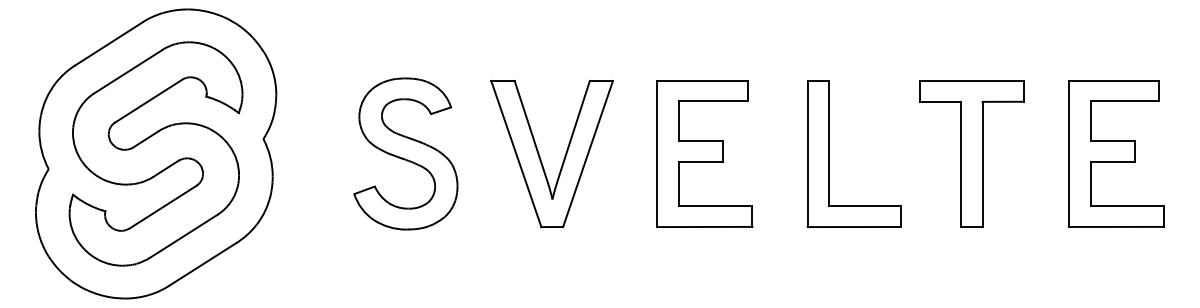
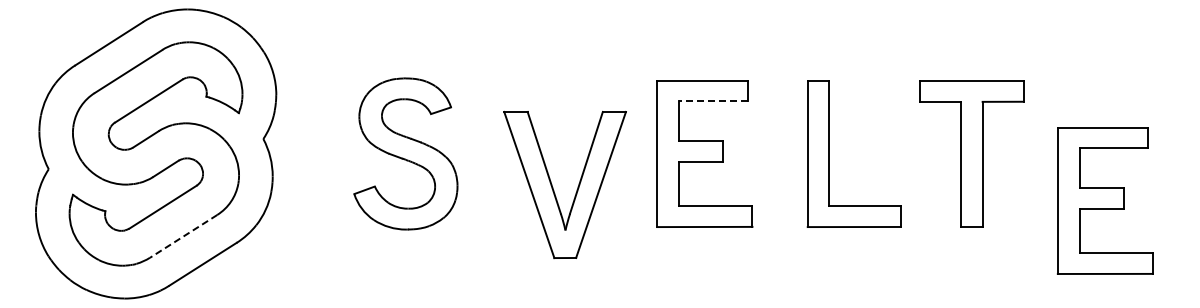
line at (712, 101): solid -> dashed
part at (1116, 153) position: (1116, 153) -> (1105, 200)
part at (540, 156) position: (540, 156) -> (553, 187)
line at (183, 236): solid -> dashed
